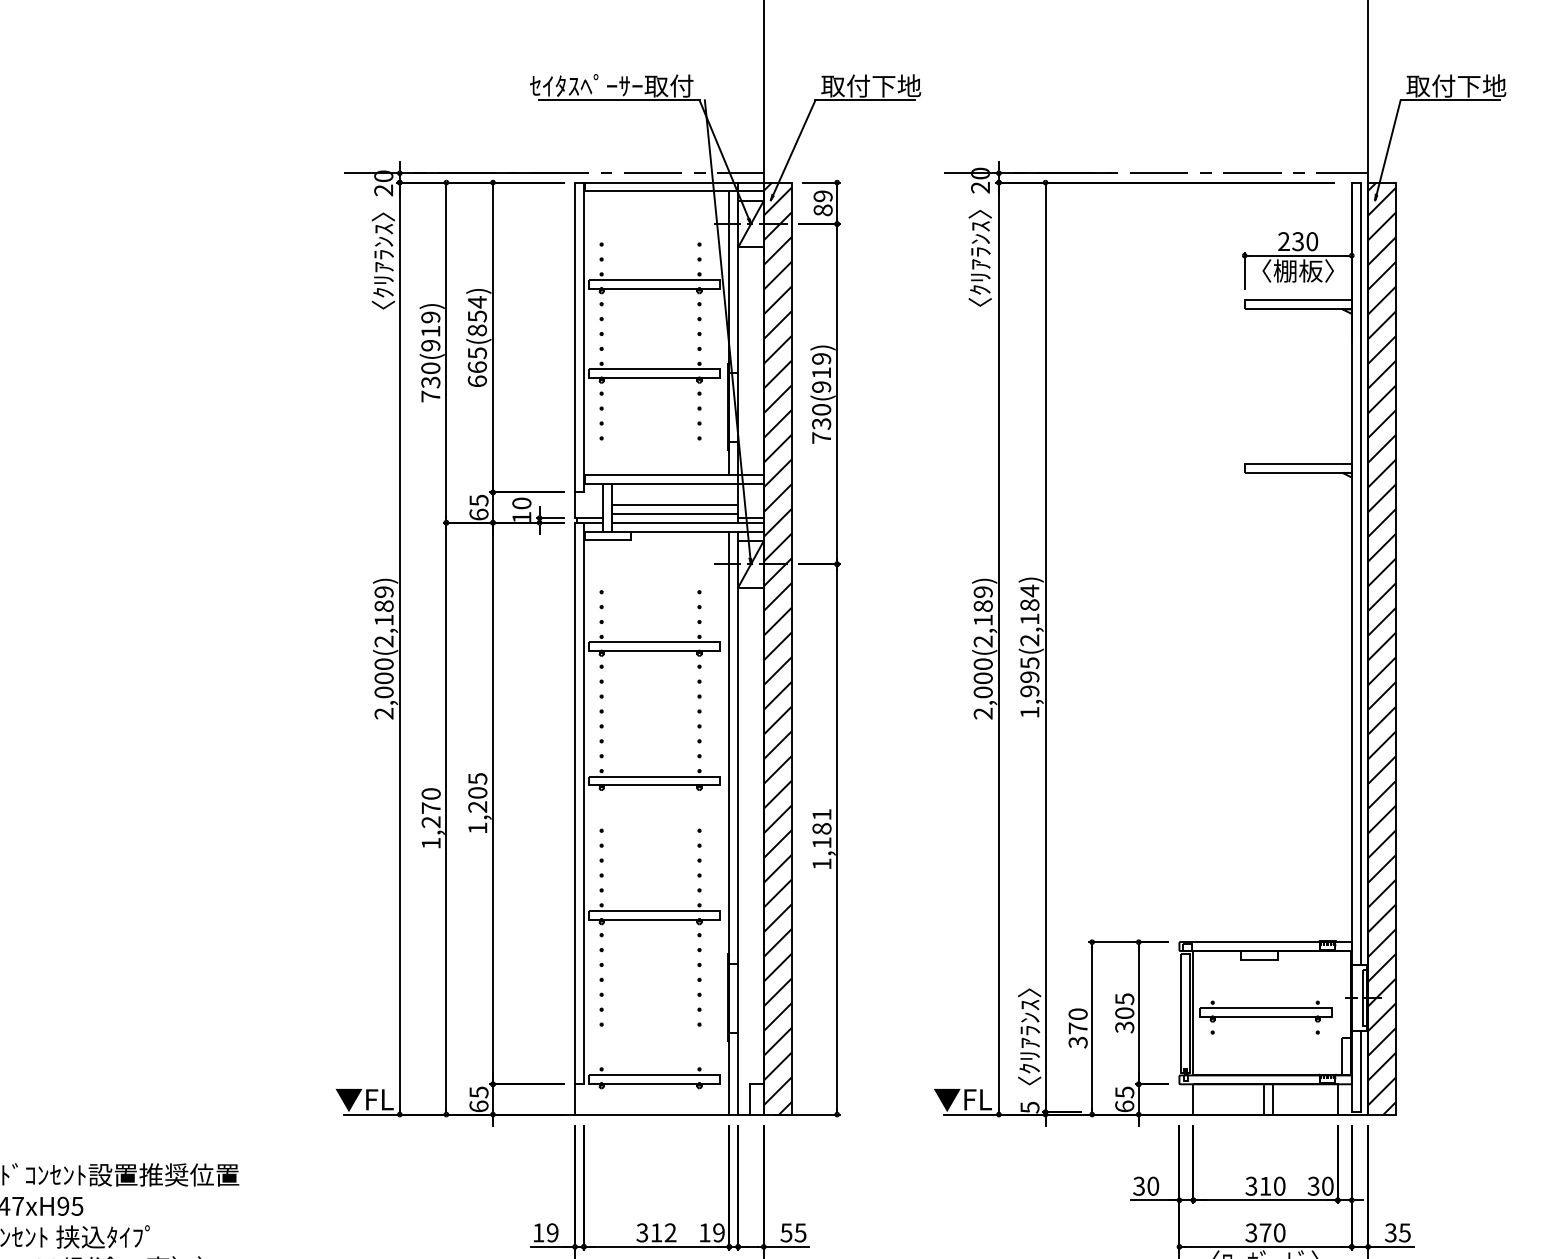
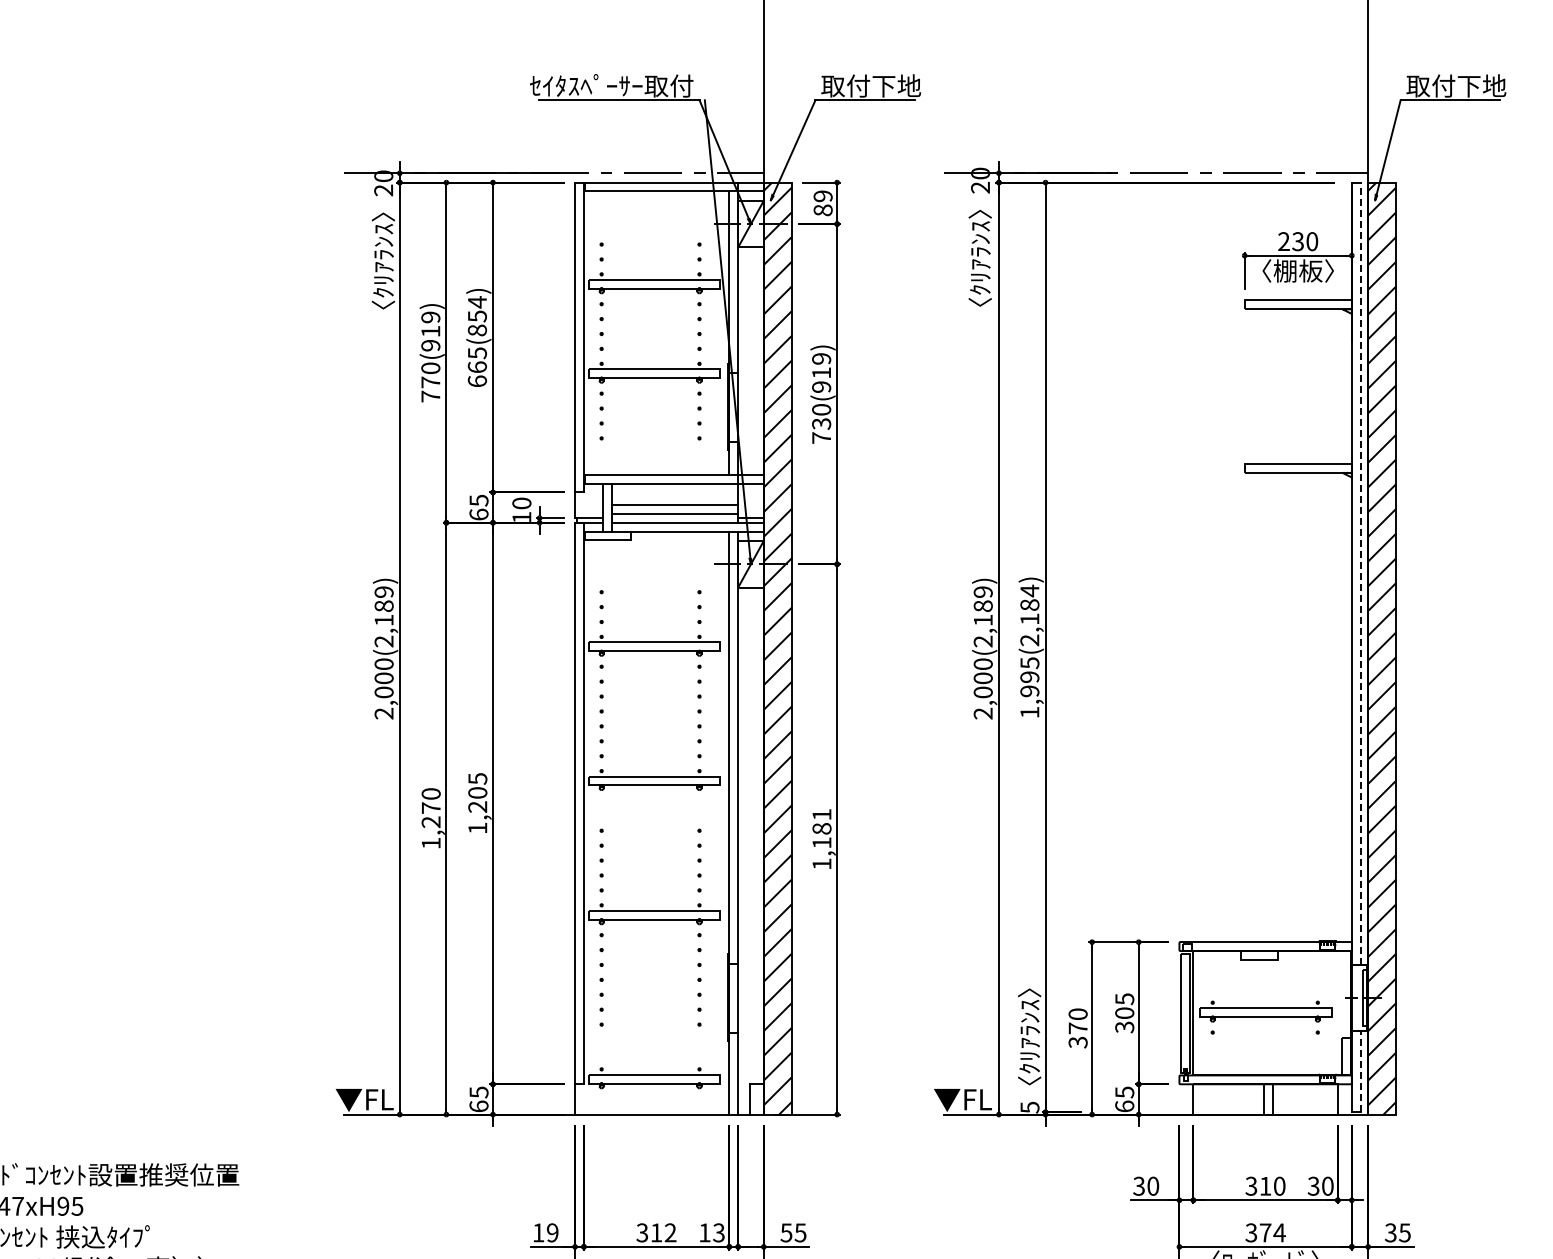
text at (430, 382): 730(919) -> 770(919)
line at (1360, 573): solid -> dashed
line at (1360, 1071): solid -> dashed
text at (718, 1232): 19 -> 13
text at (1279, 1232): 370 -> 374
